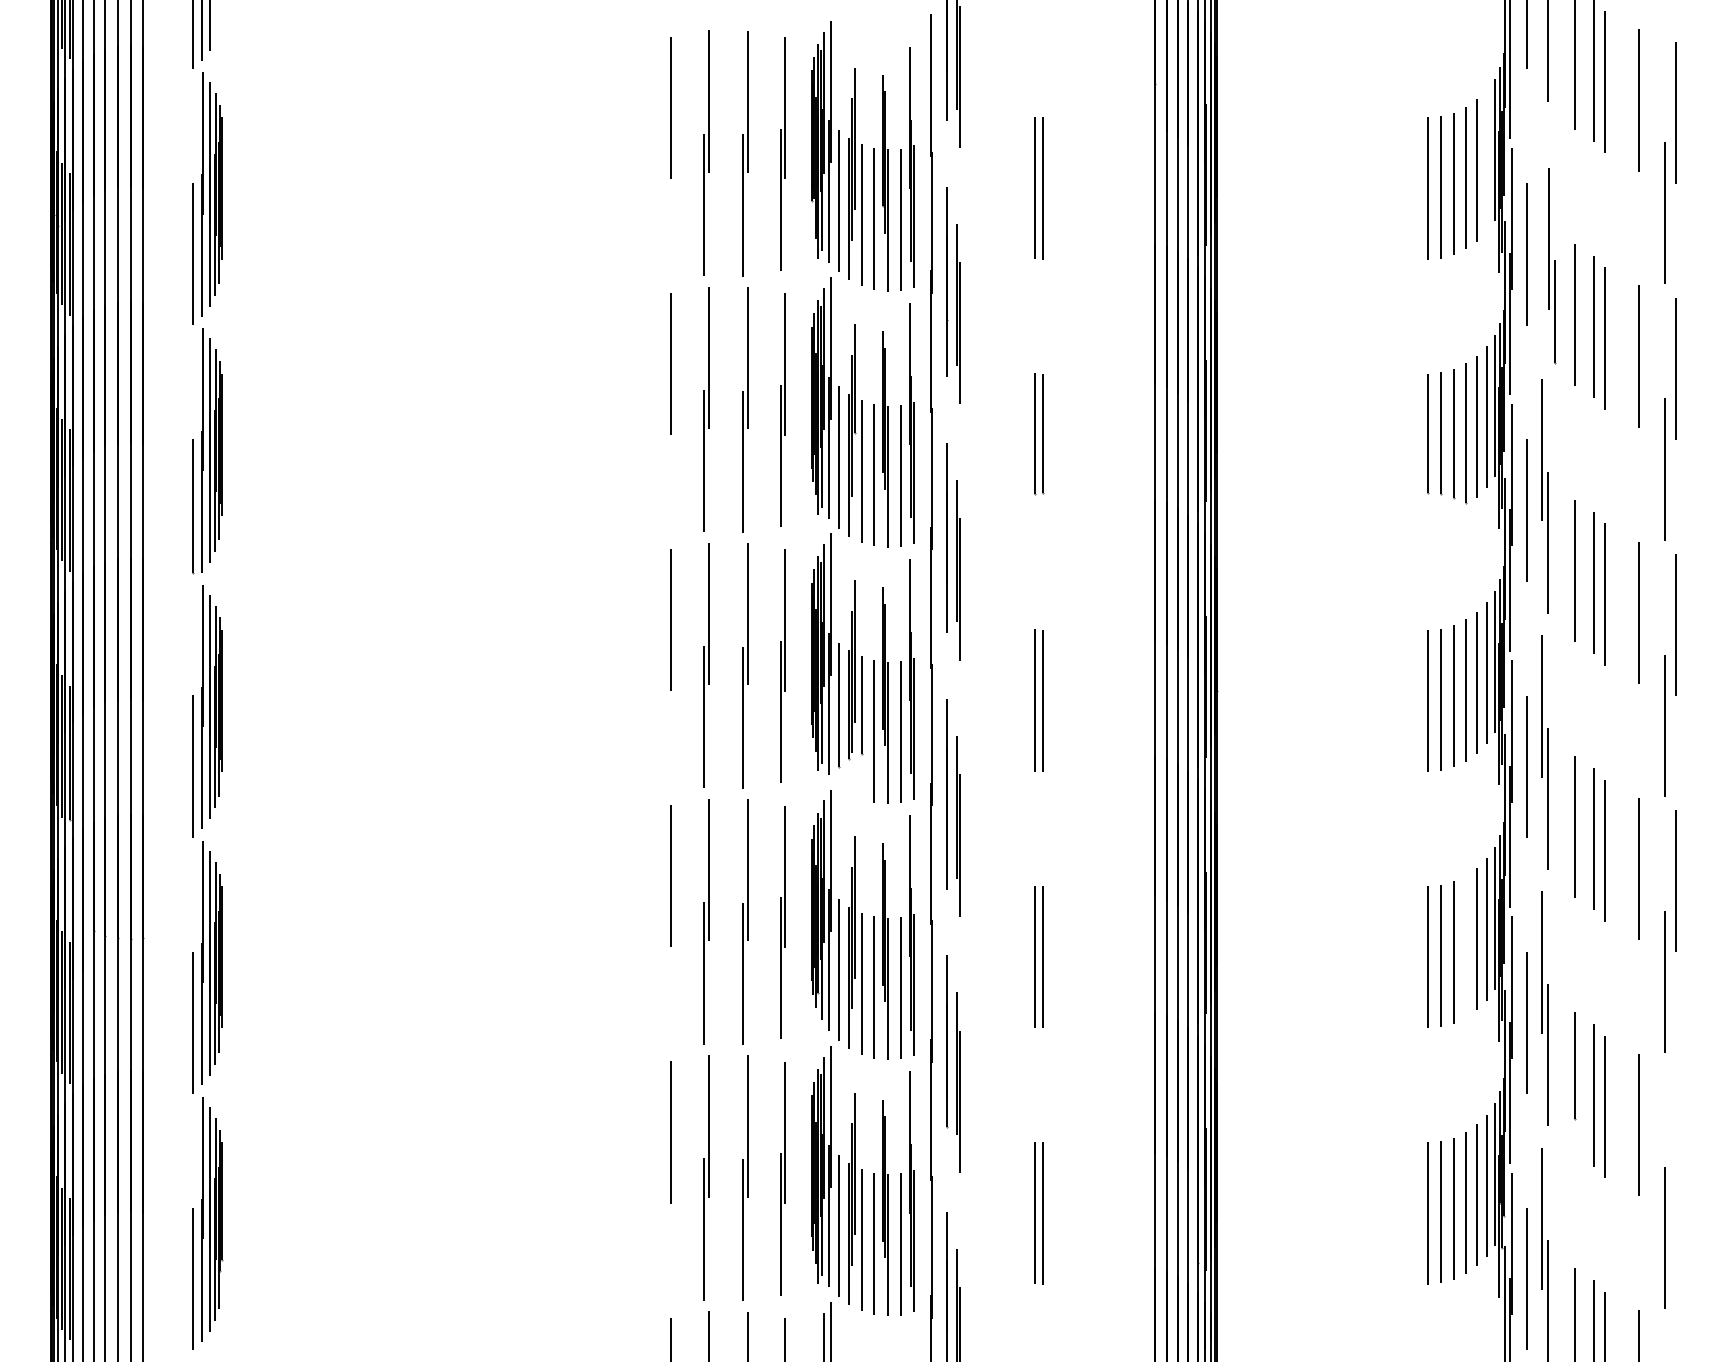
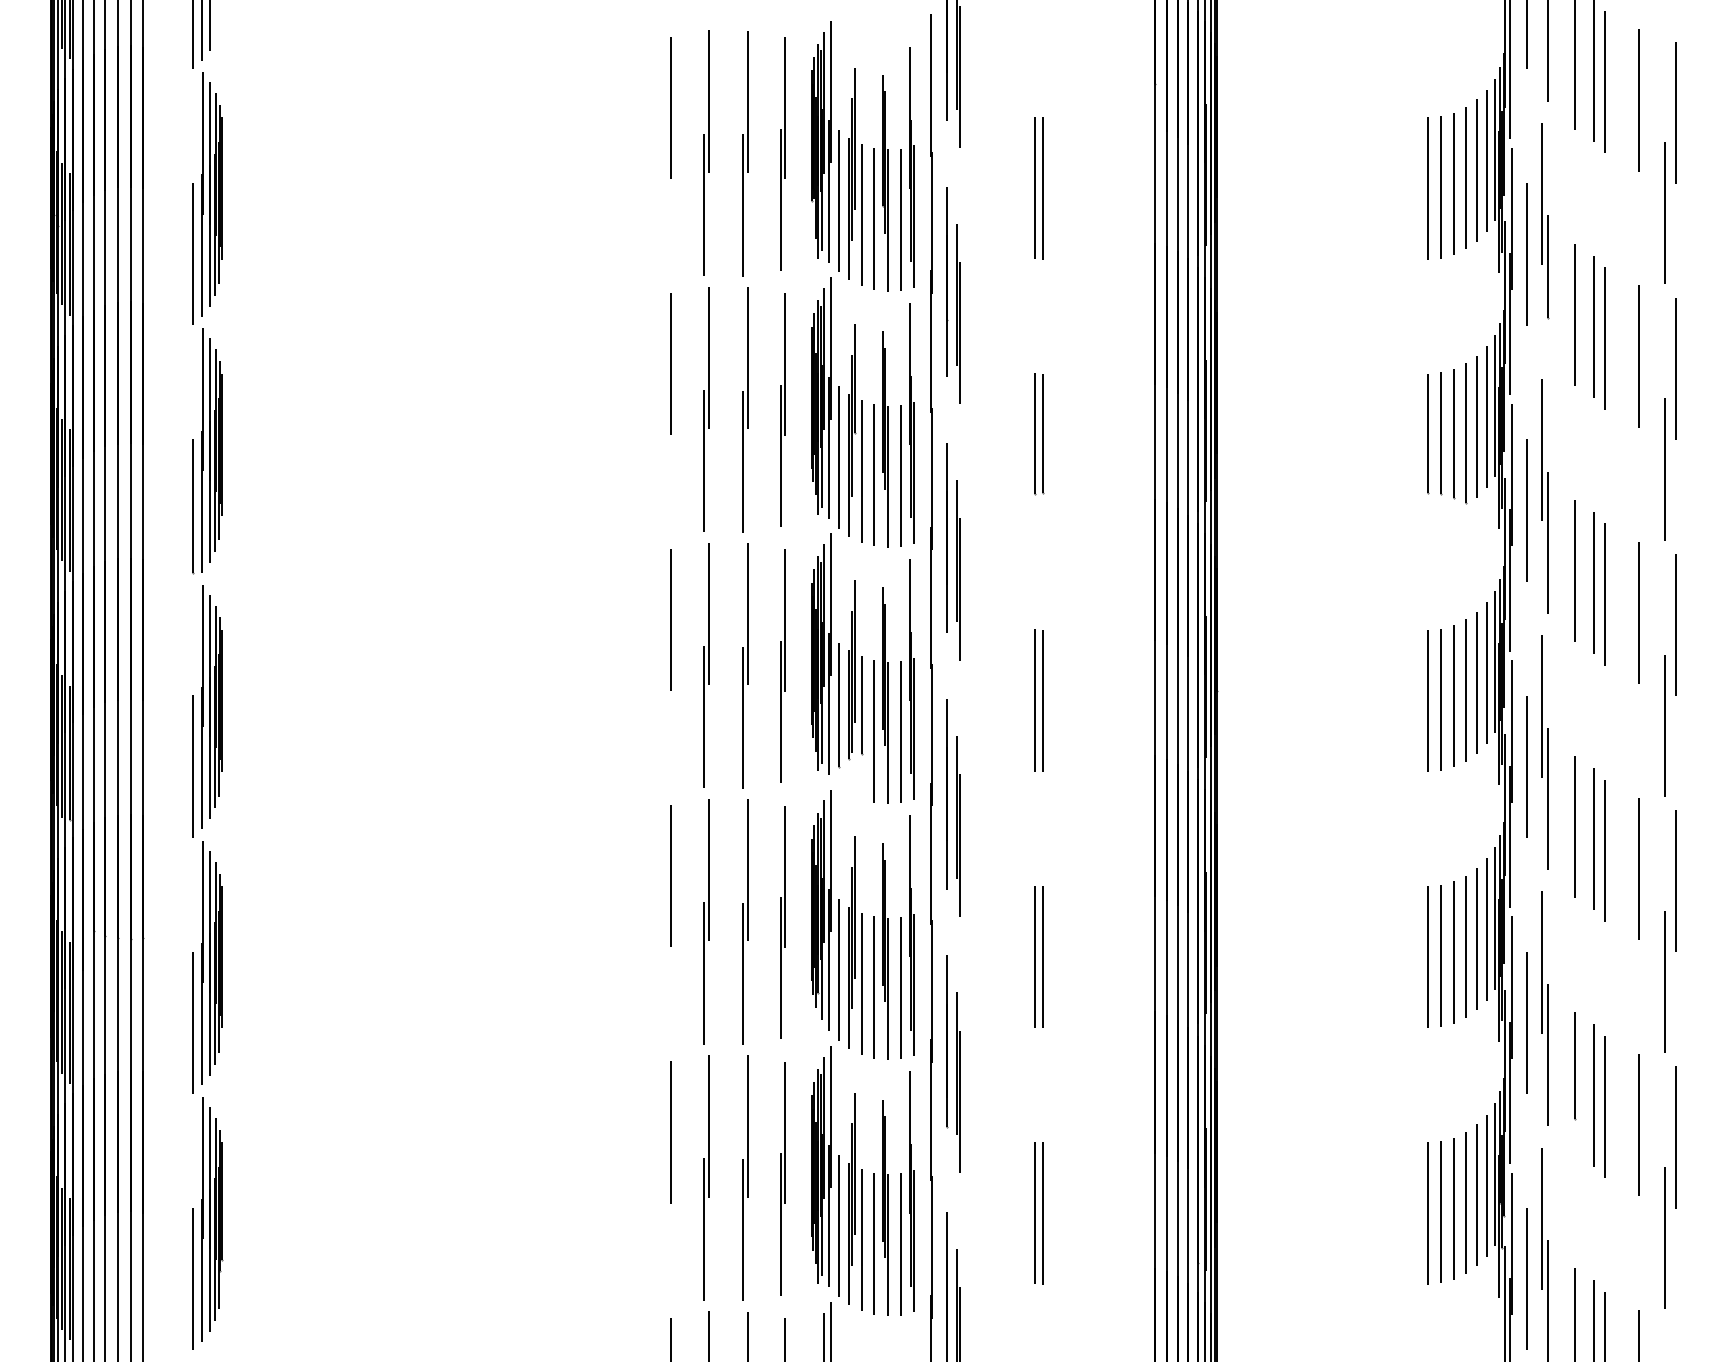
line at (1486, 160): none -> present
part at (1552, 266) position: (1552, 266) -> (1545, 221)
line at (1466, 946): none -> present
line at (1675, 1137): none -> present
